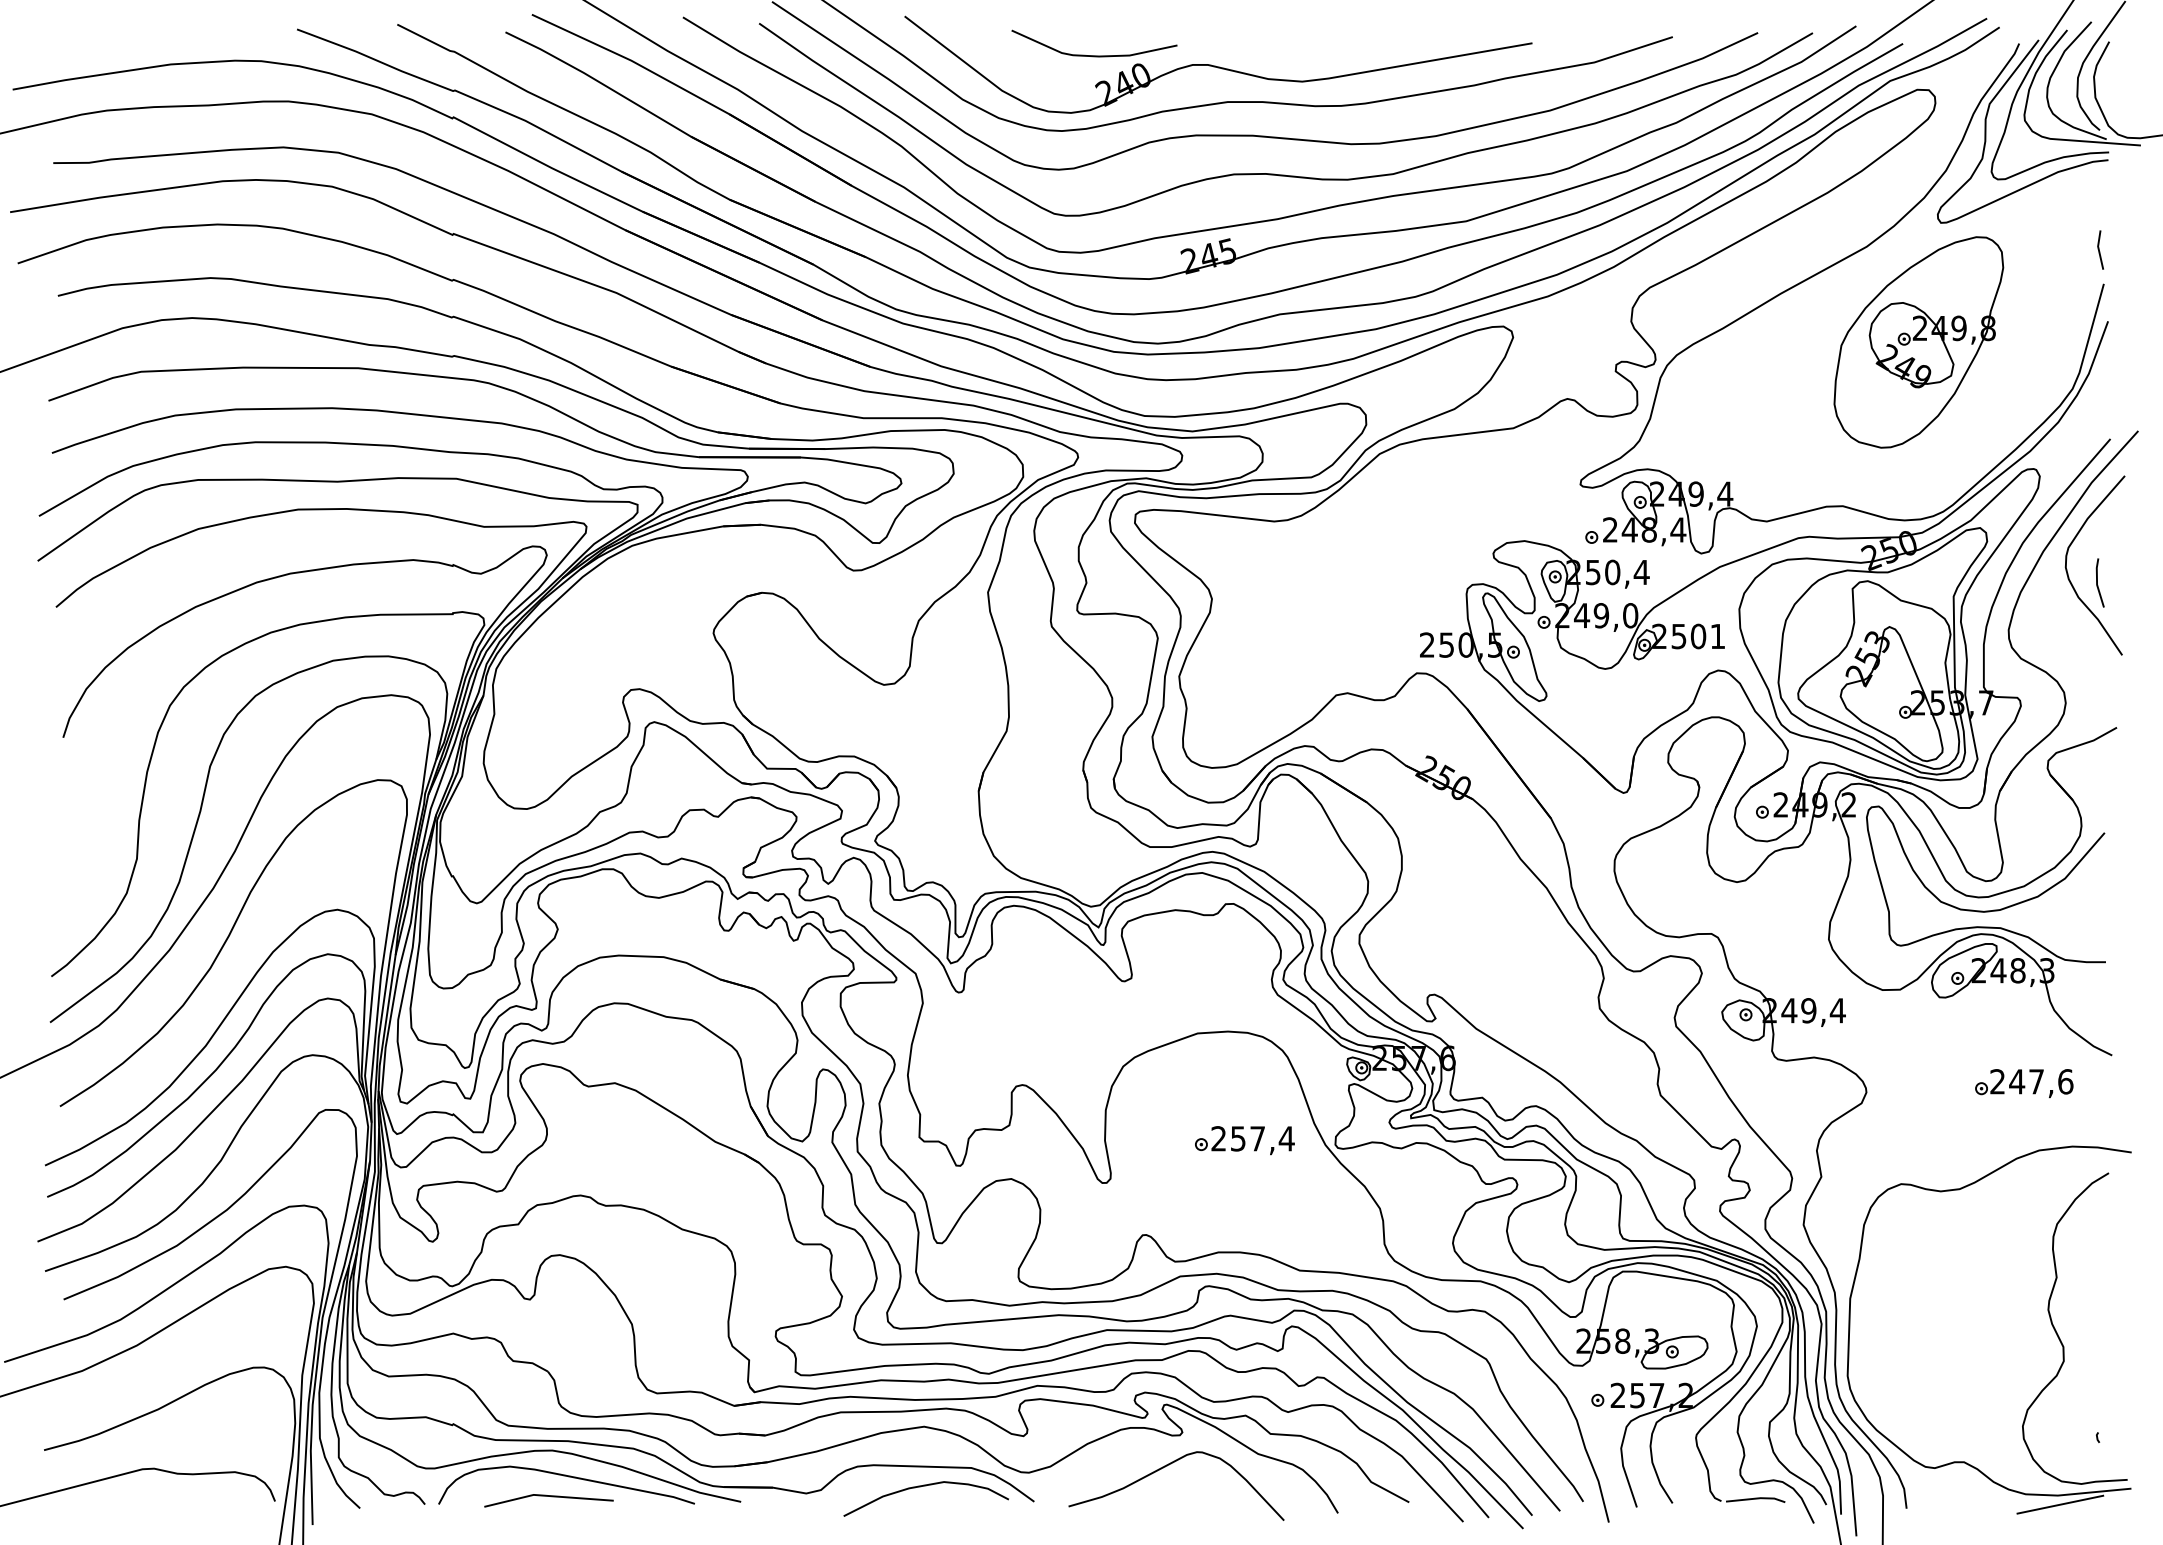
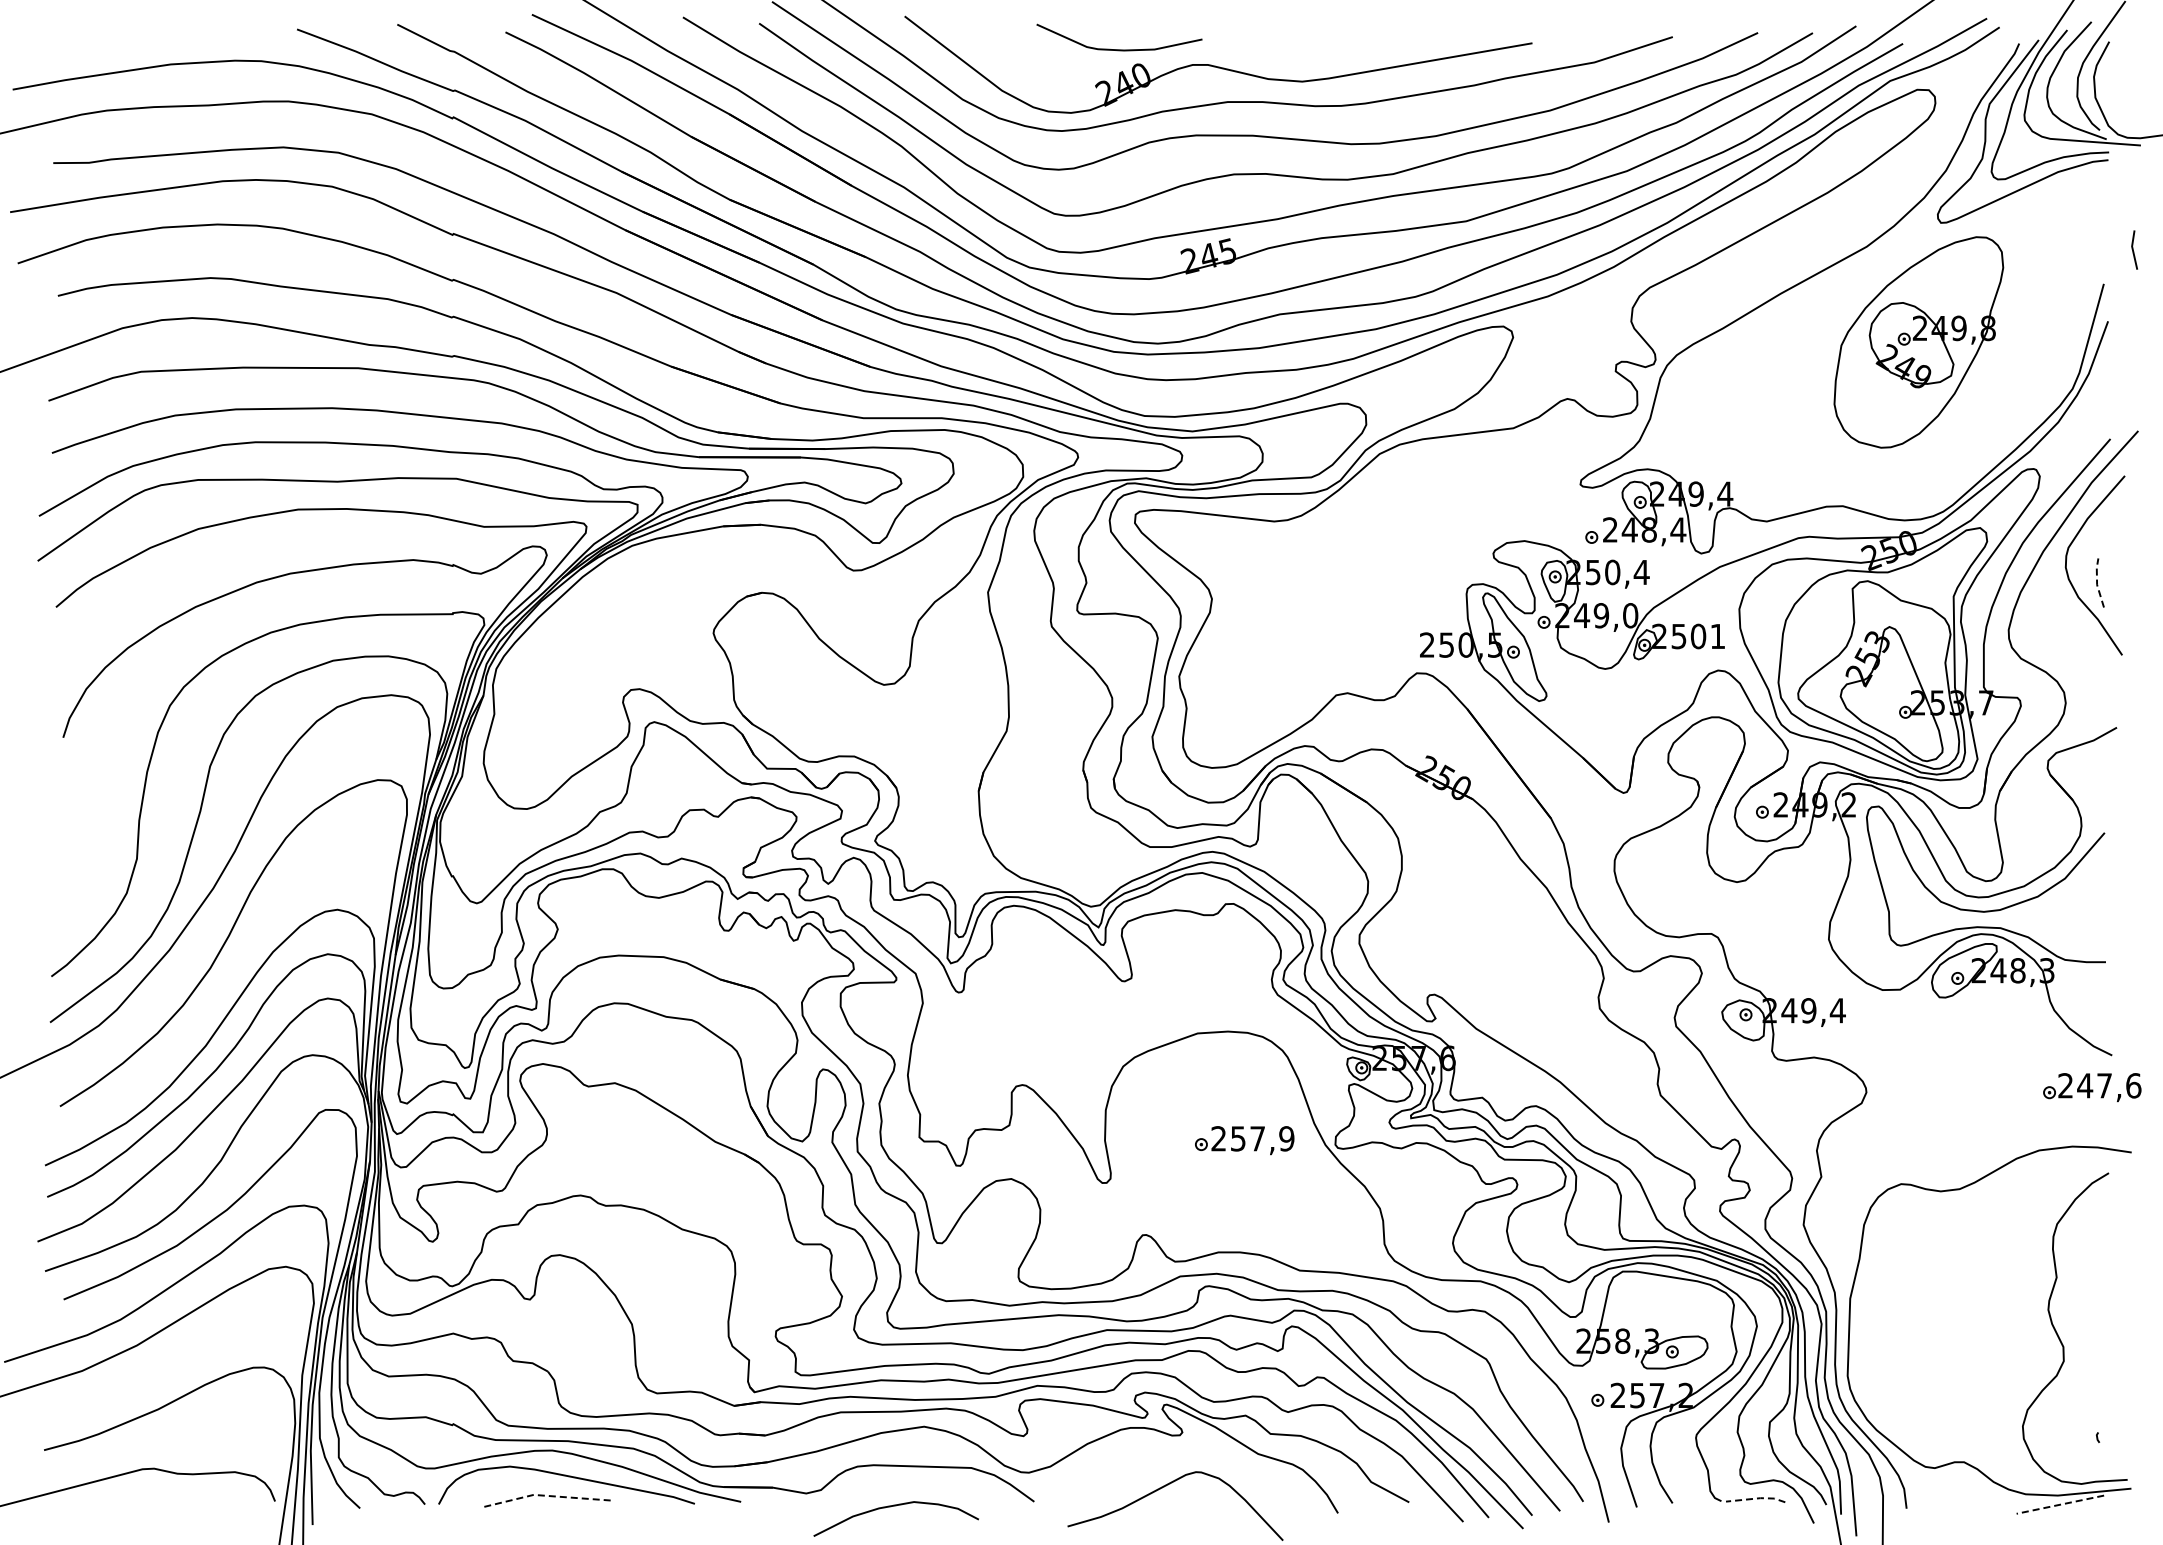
curve at (1094, 55) position: (1094, 55) -> (1119, 49)
line at (2099, 249) position: (2099, 249) -> (2133, 249)
line at (2097, 582): solid -> dashed
part at (2024, 1083) position: (2024, 1083) -> (2092, 1087)
text at (1286, 1138): 257,4 -> 257,9
curve at (1167, 1466) position: (1167, 1466) -> (1166, 1486)
curve at (925, 1486) position: (925, 1486) -> (895, 1506)
line at (548, 1495): solid -> dashed
line at (1756, 1498): solid -> dashed
line at (2060, 1504): solid -> dashed
